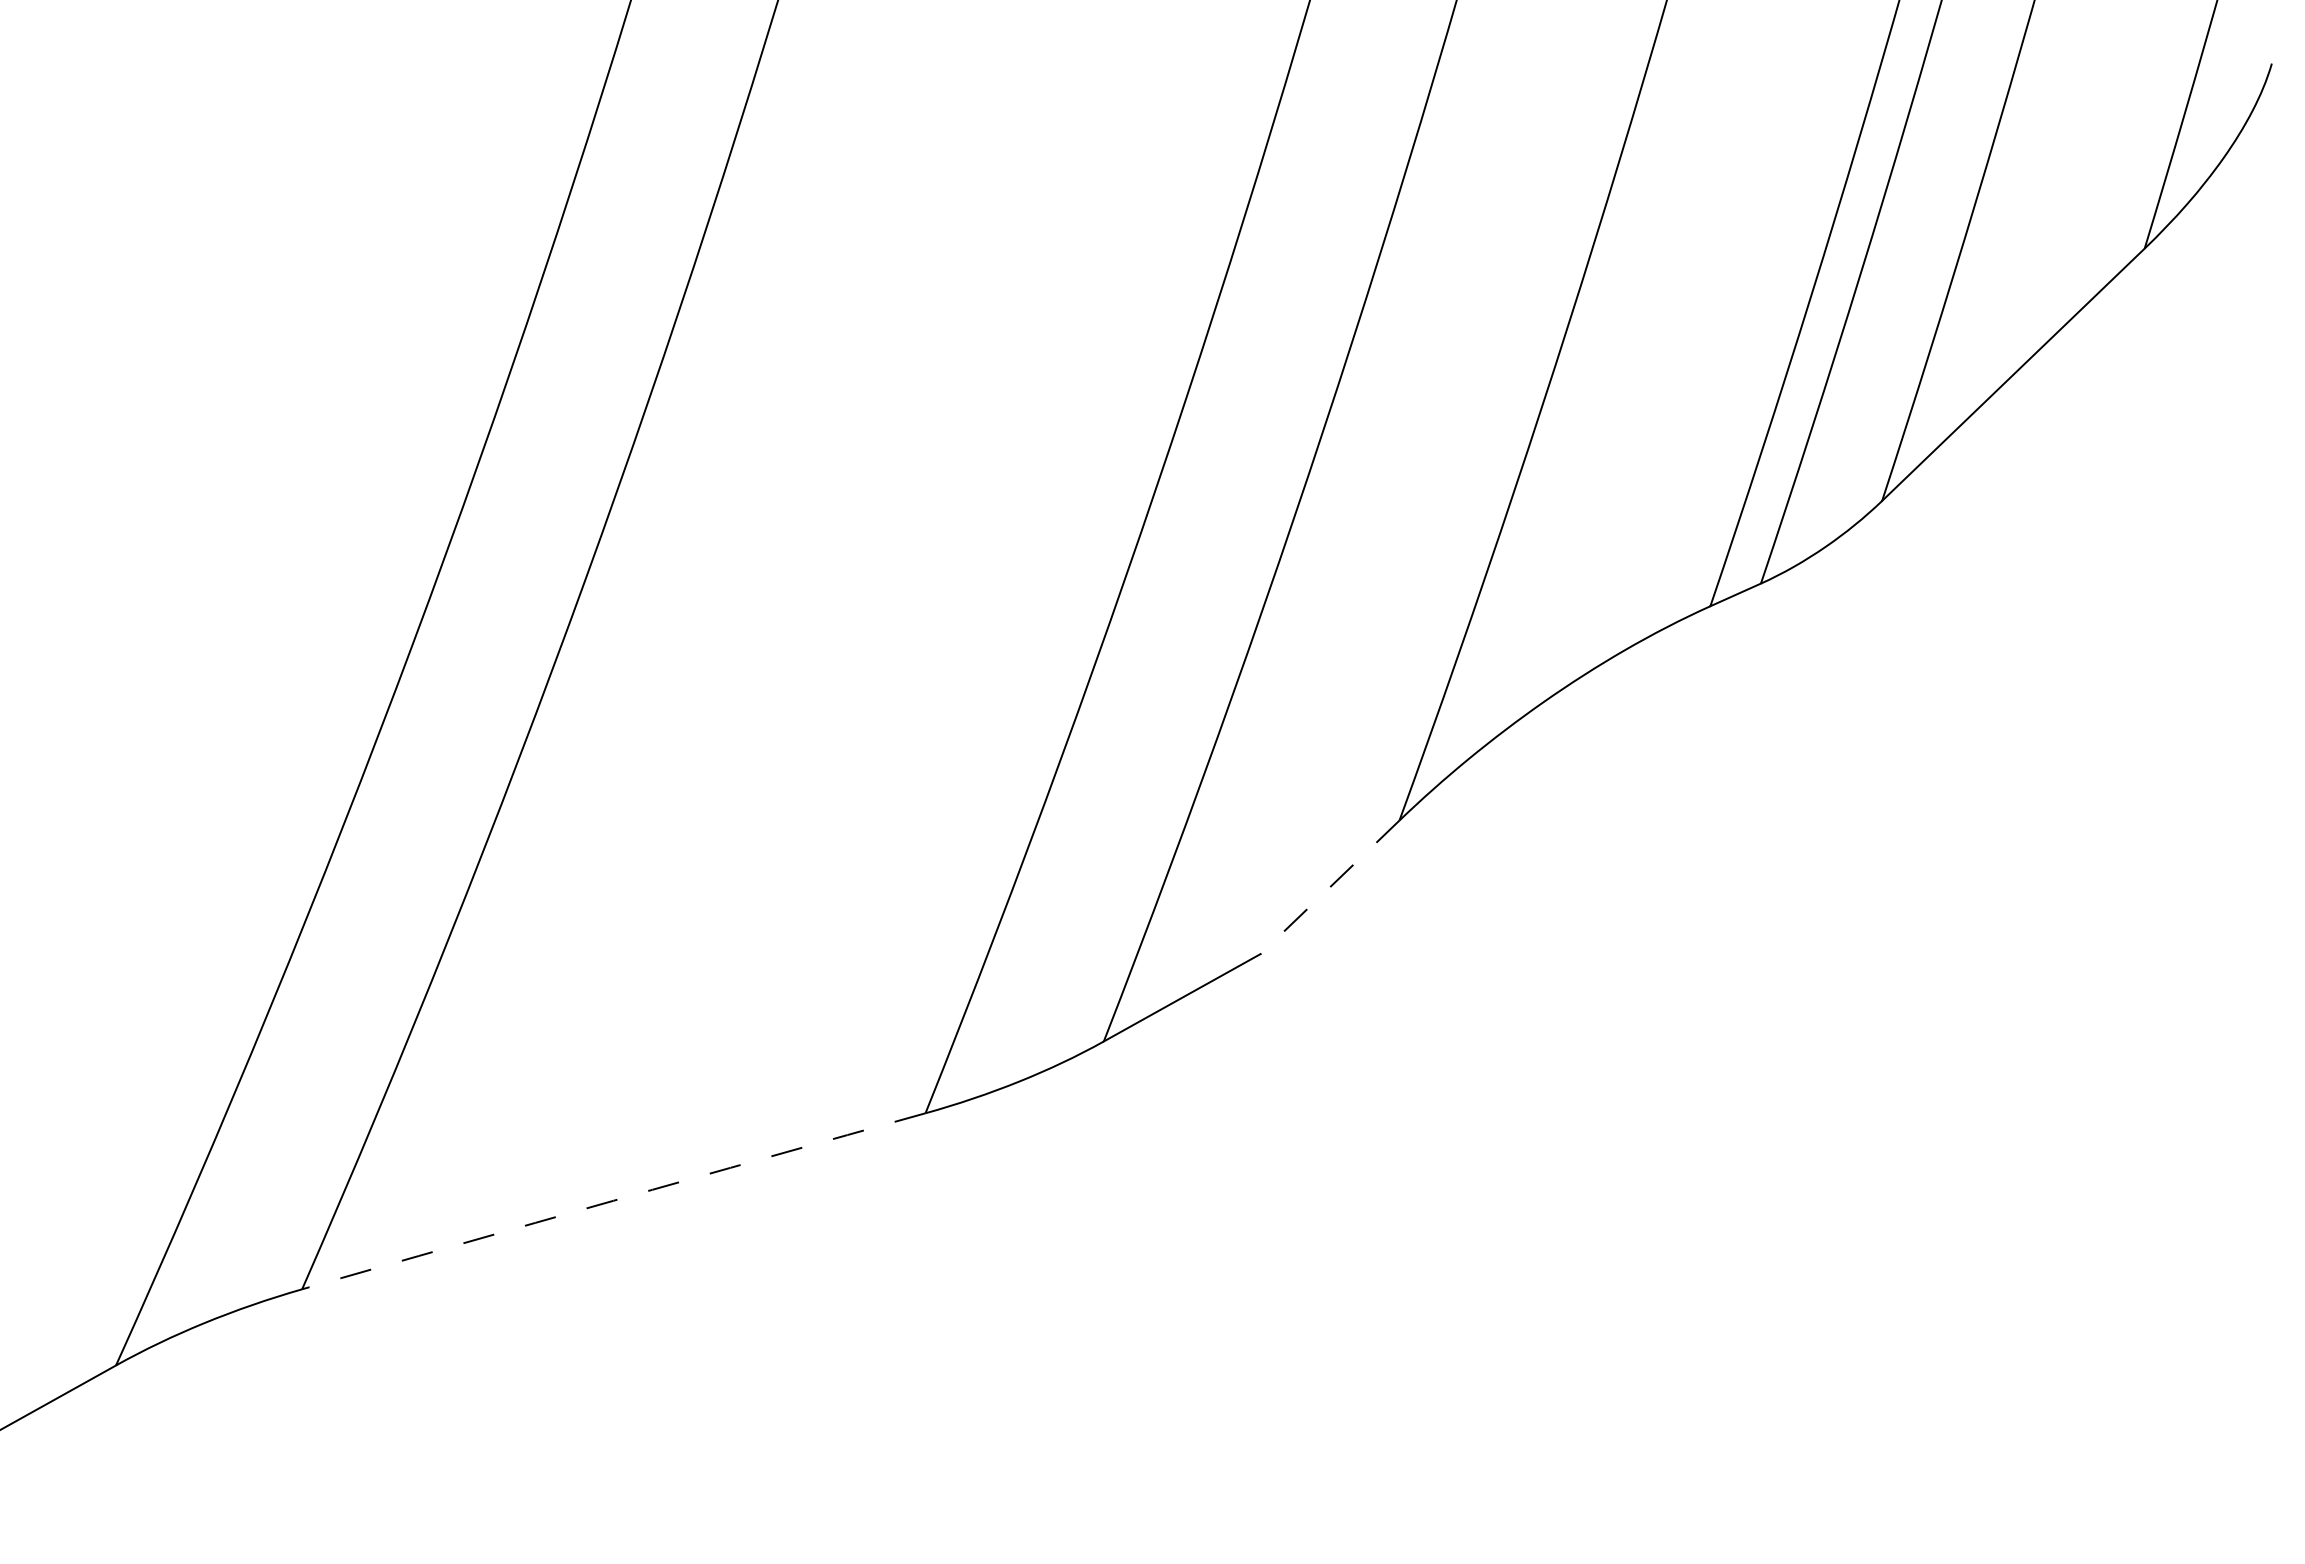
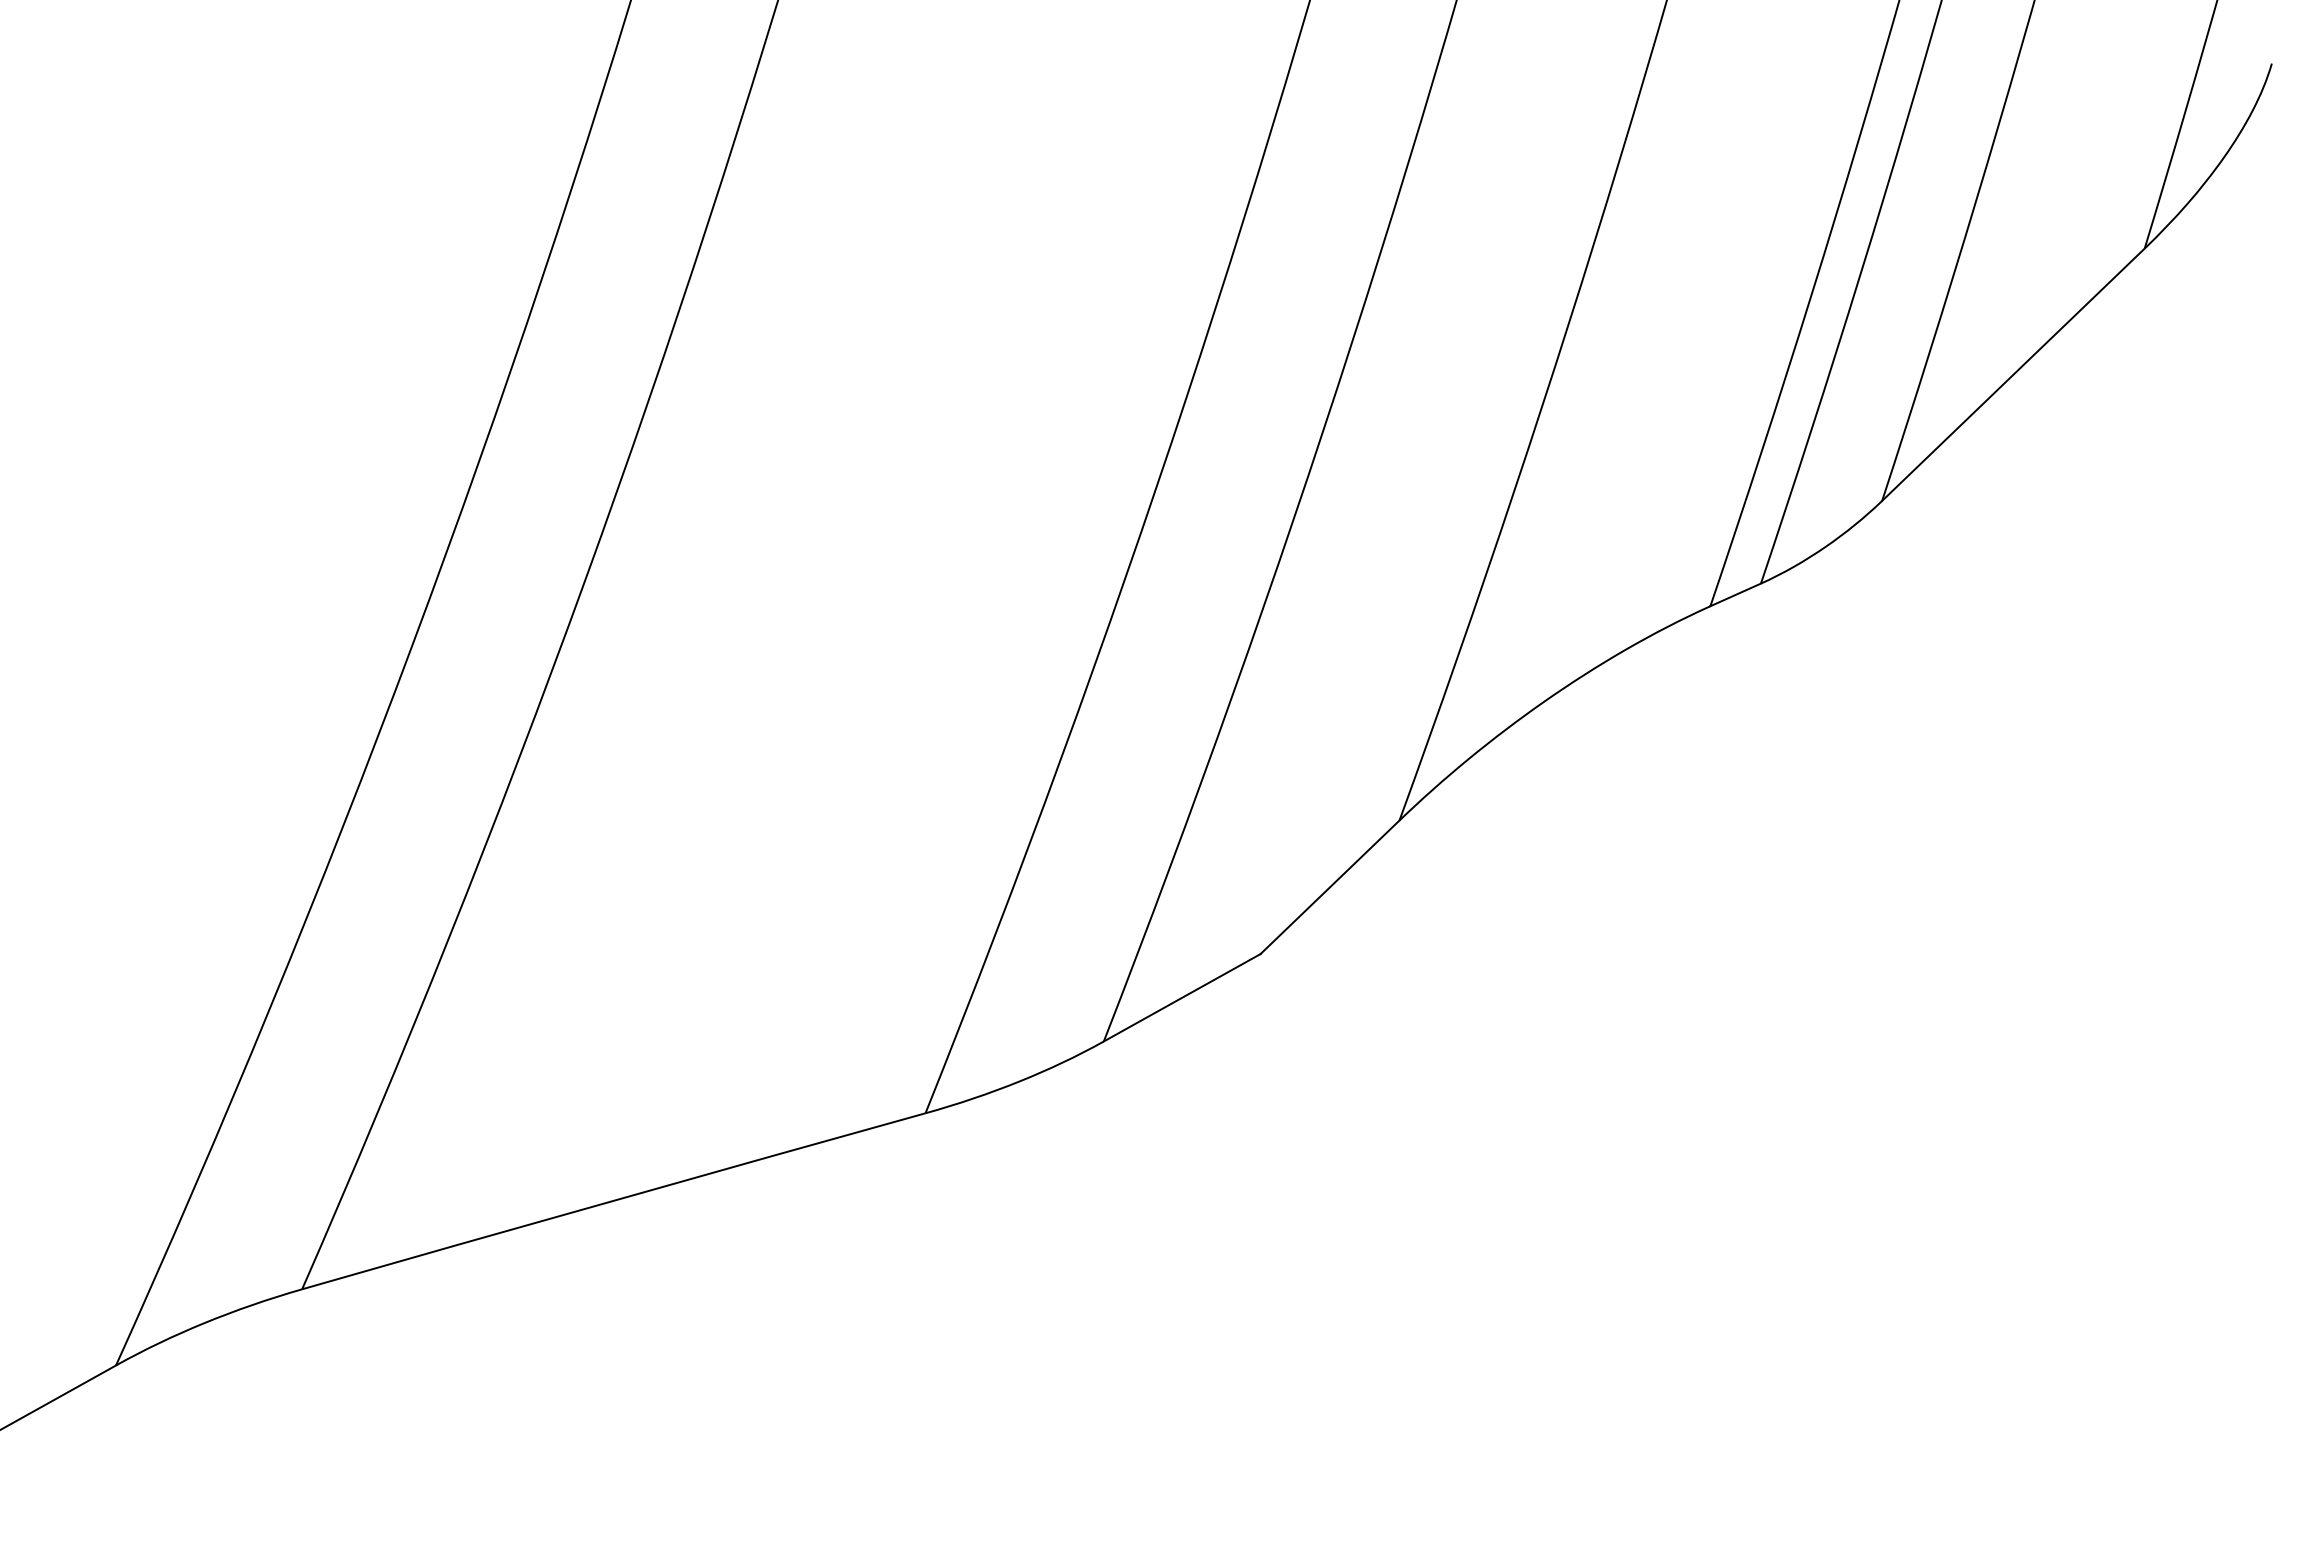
line at (1329, 887): dashed -> solid
arc at (613, 1200): dashed -> solid
